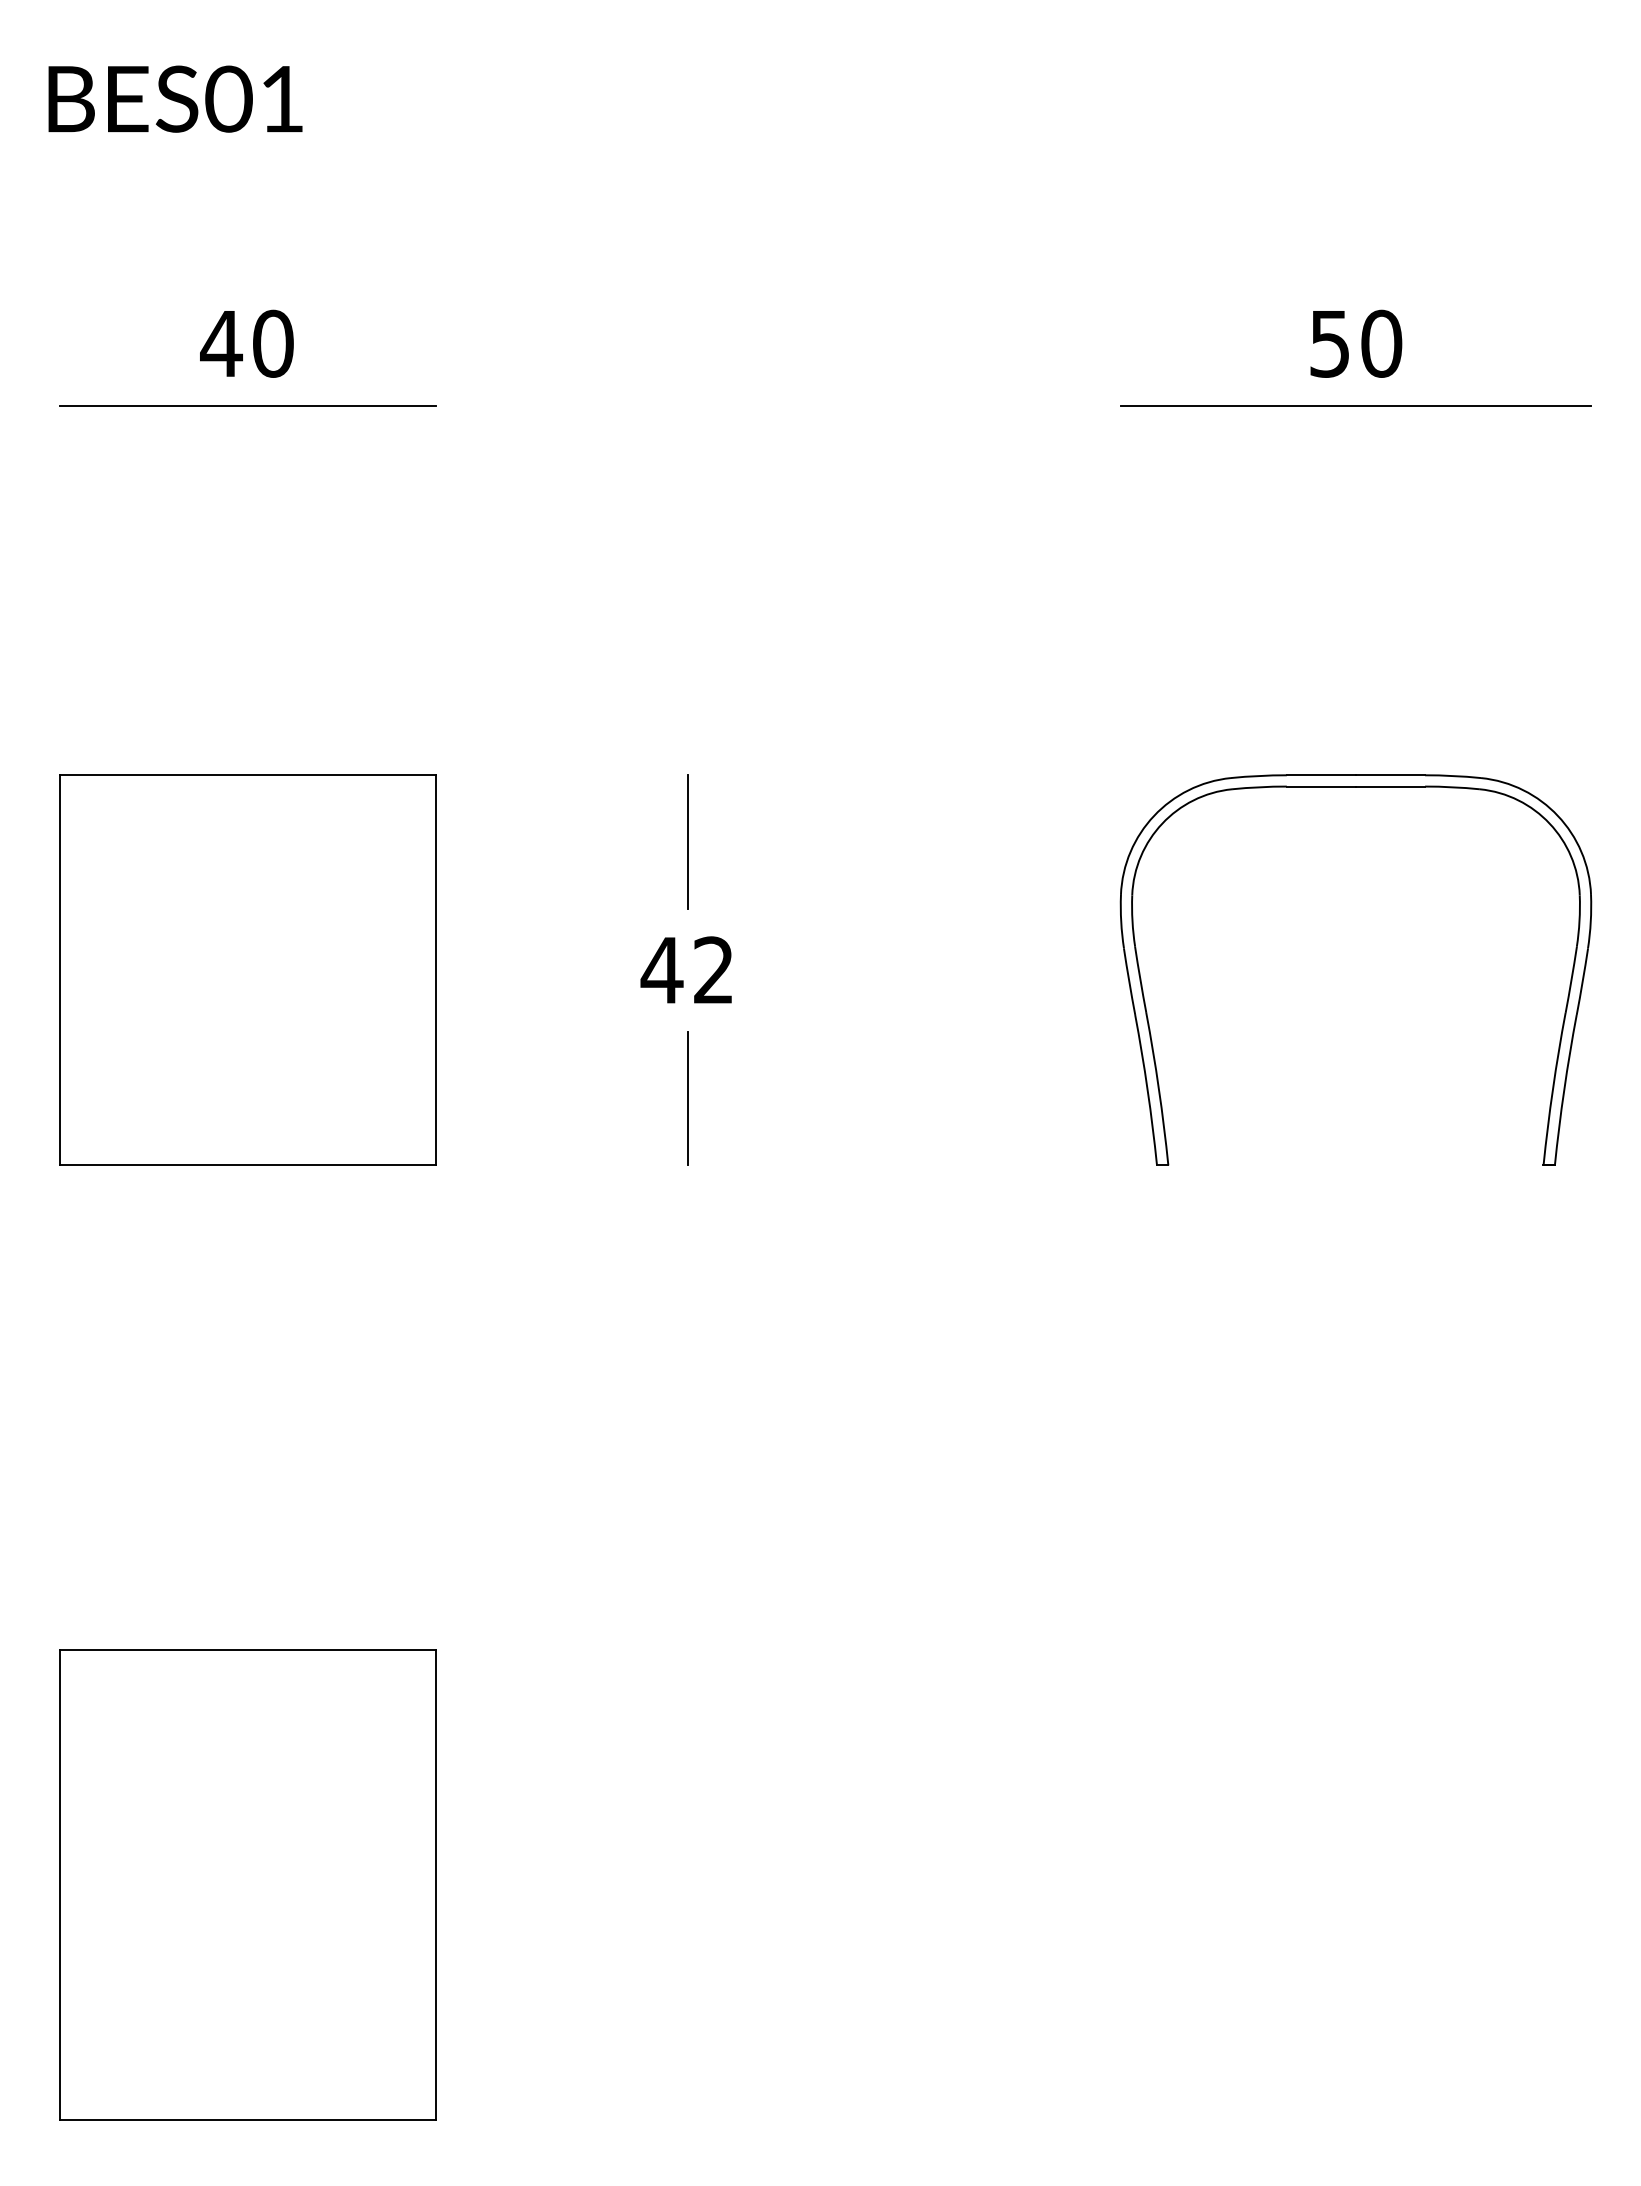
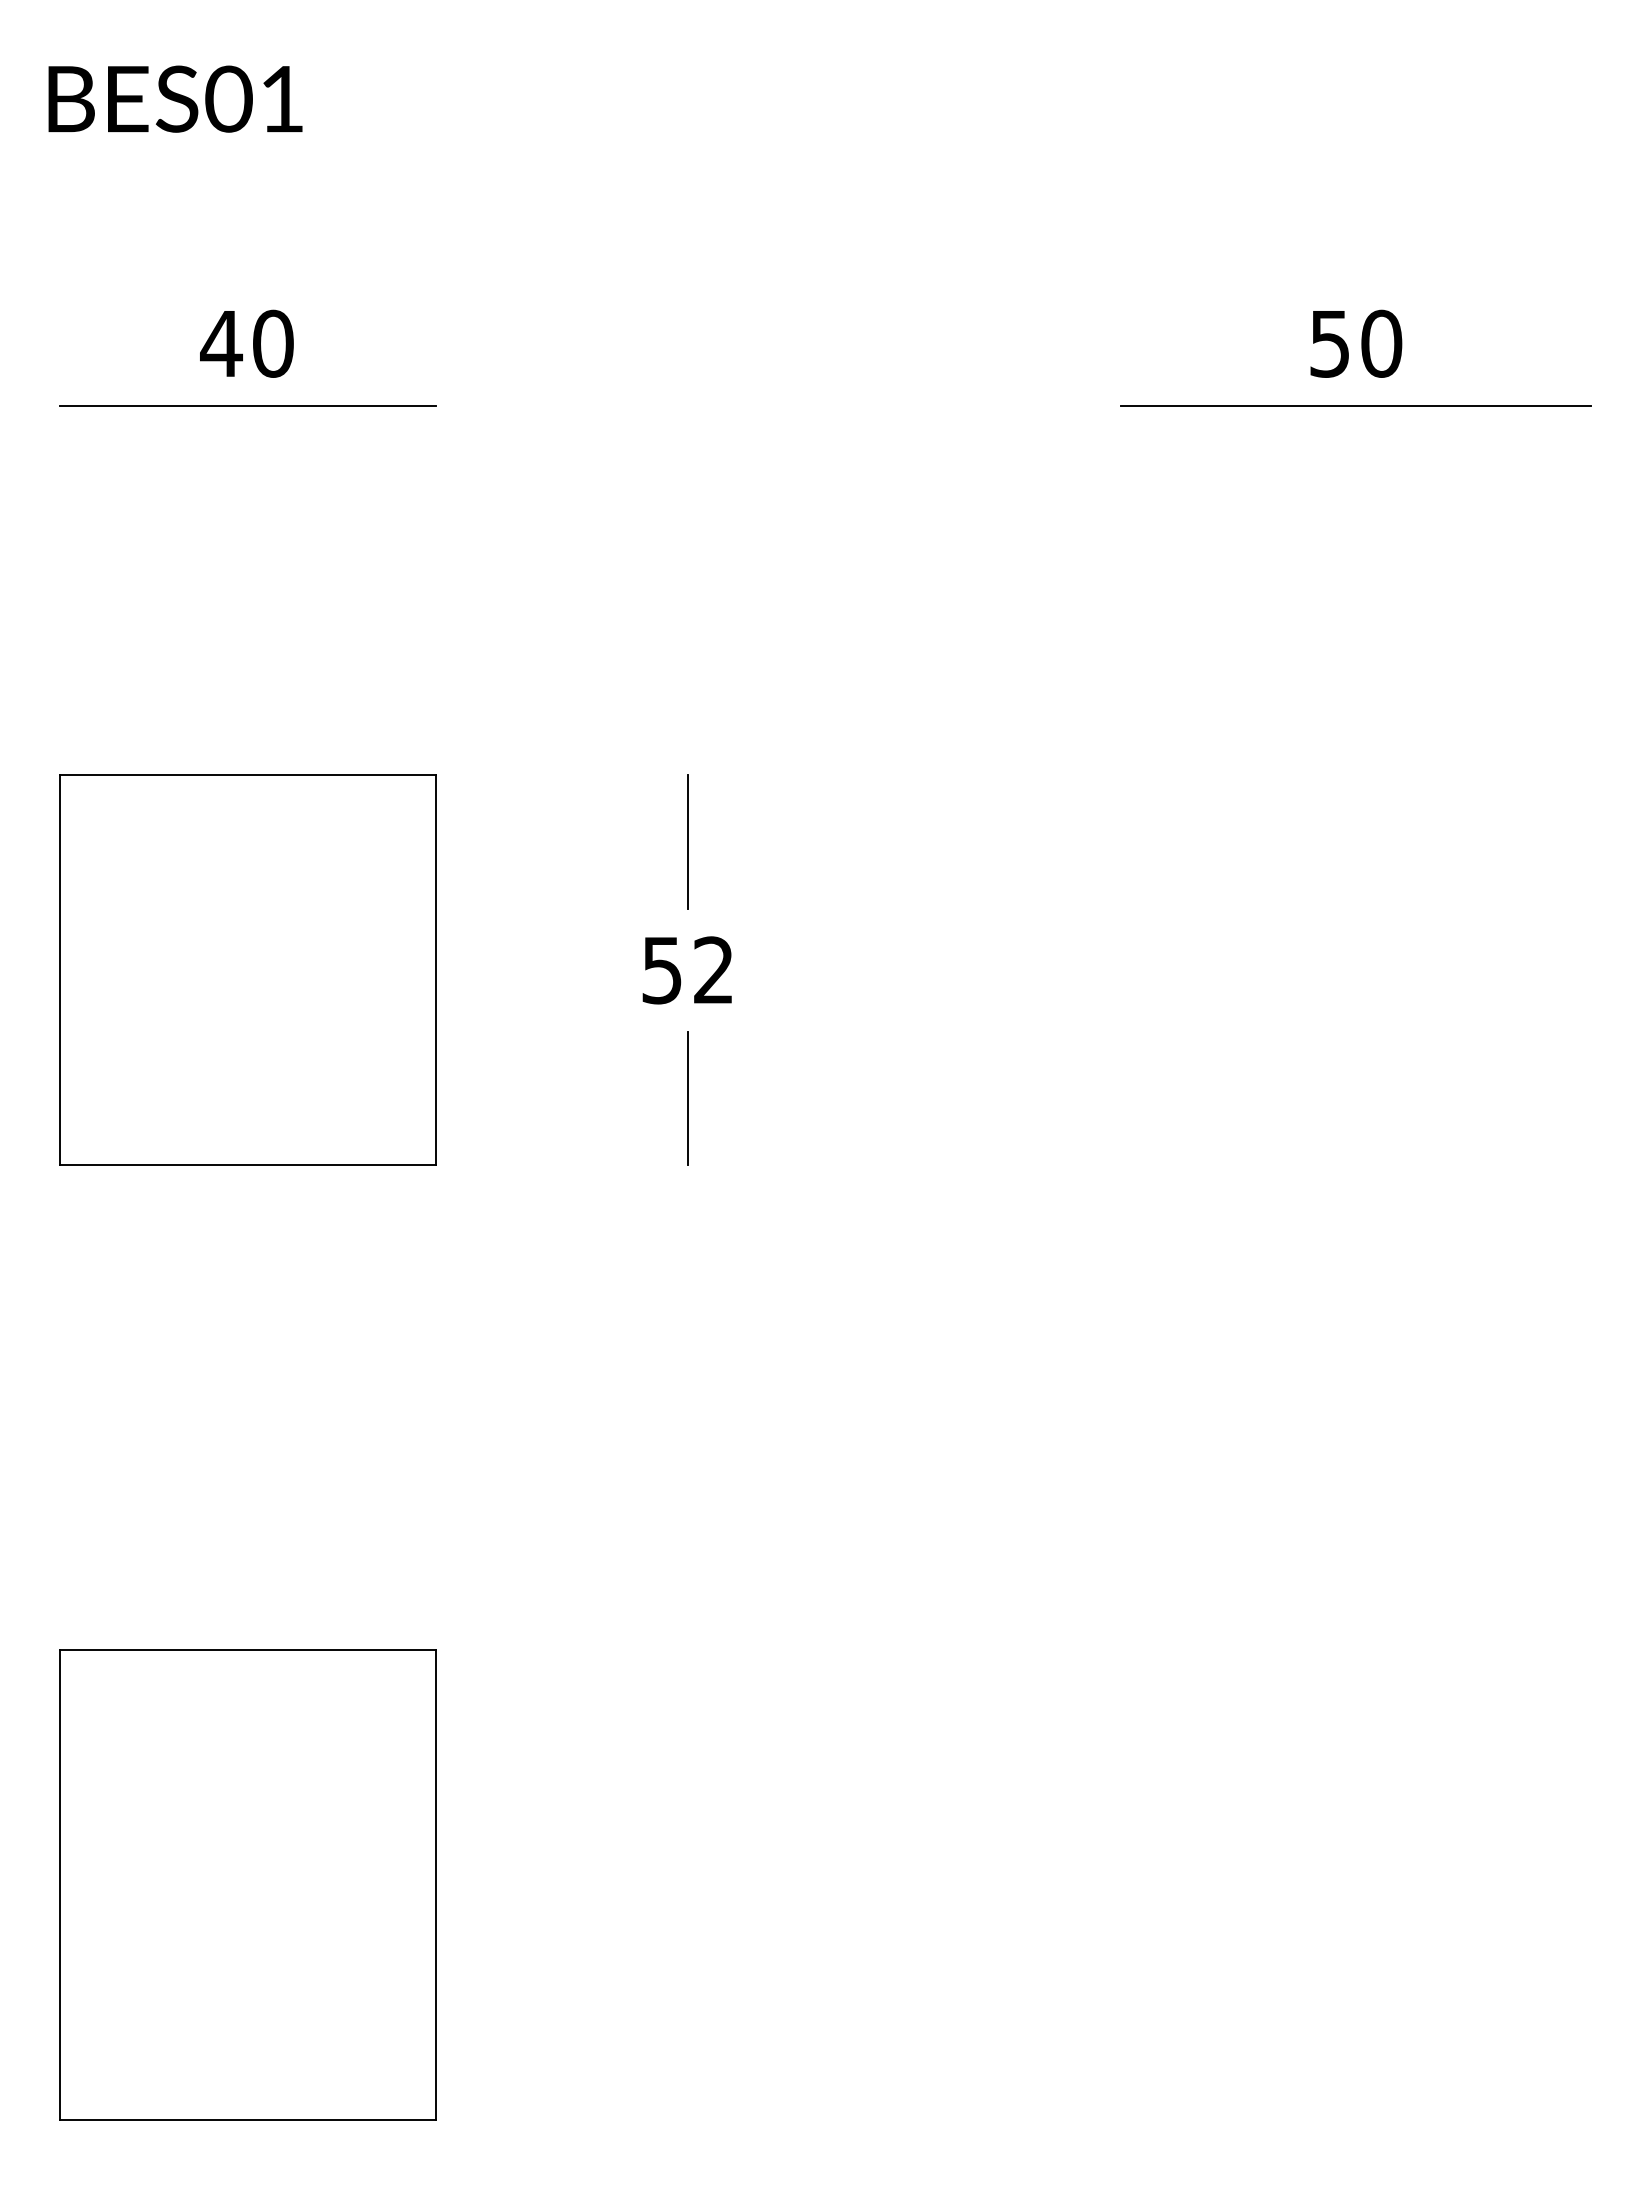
part at (1355, 787): present -> none
text at (661, 970): 42 -> 52
